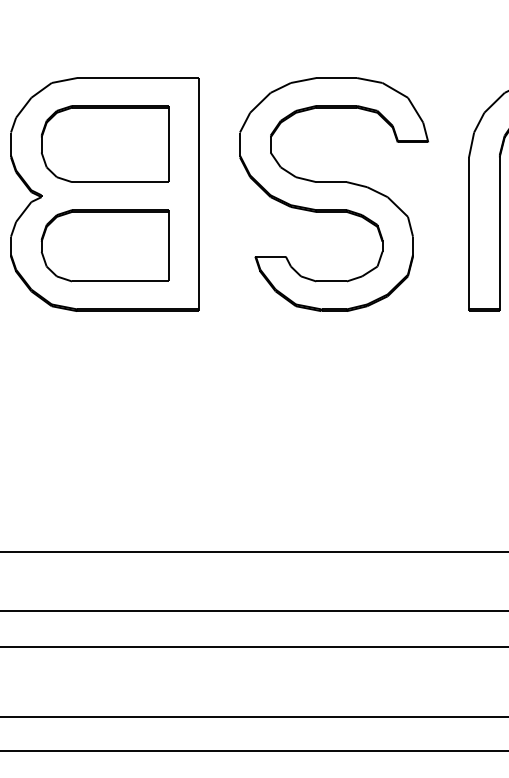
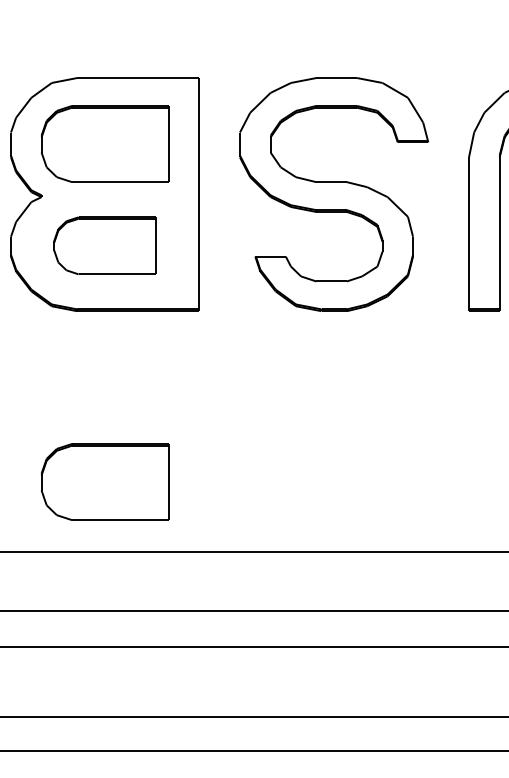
part at (104, 245) size: 130x74 px -> 104x59 px
part at (105, 481): none -> present
